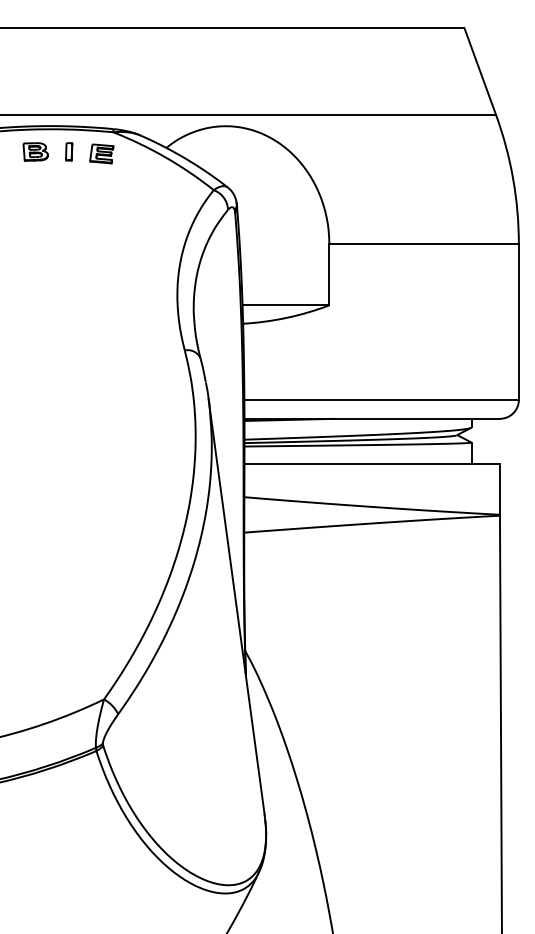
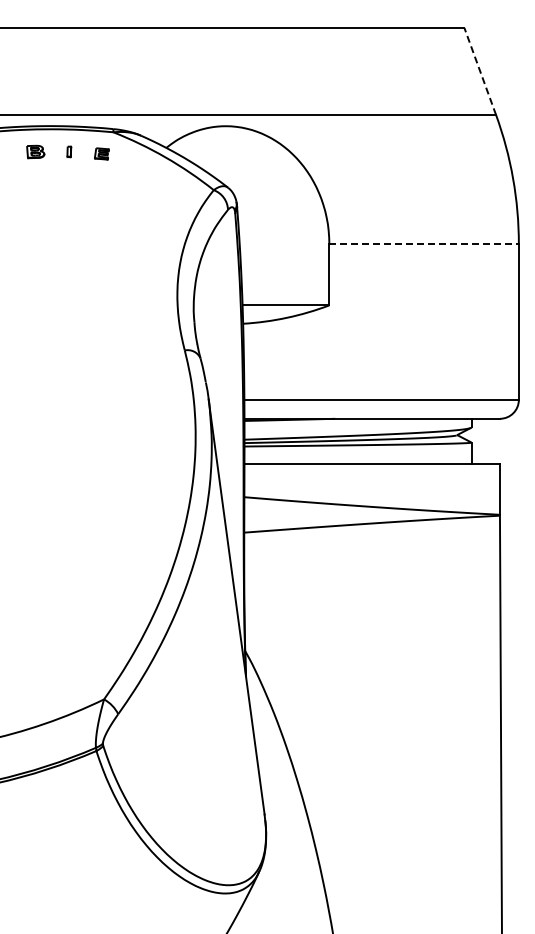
line at (480, 71): solid -> dashed
part at (35, 151) size: 27x20 px -> 20x16 px
part at (69, 151) size: 9x20 px -> 7x14 px
part at (101, 153) size: 26x22 px -> 16x14 px
line at (424, 244): solid -> dashed
